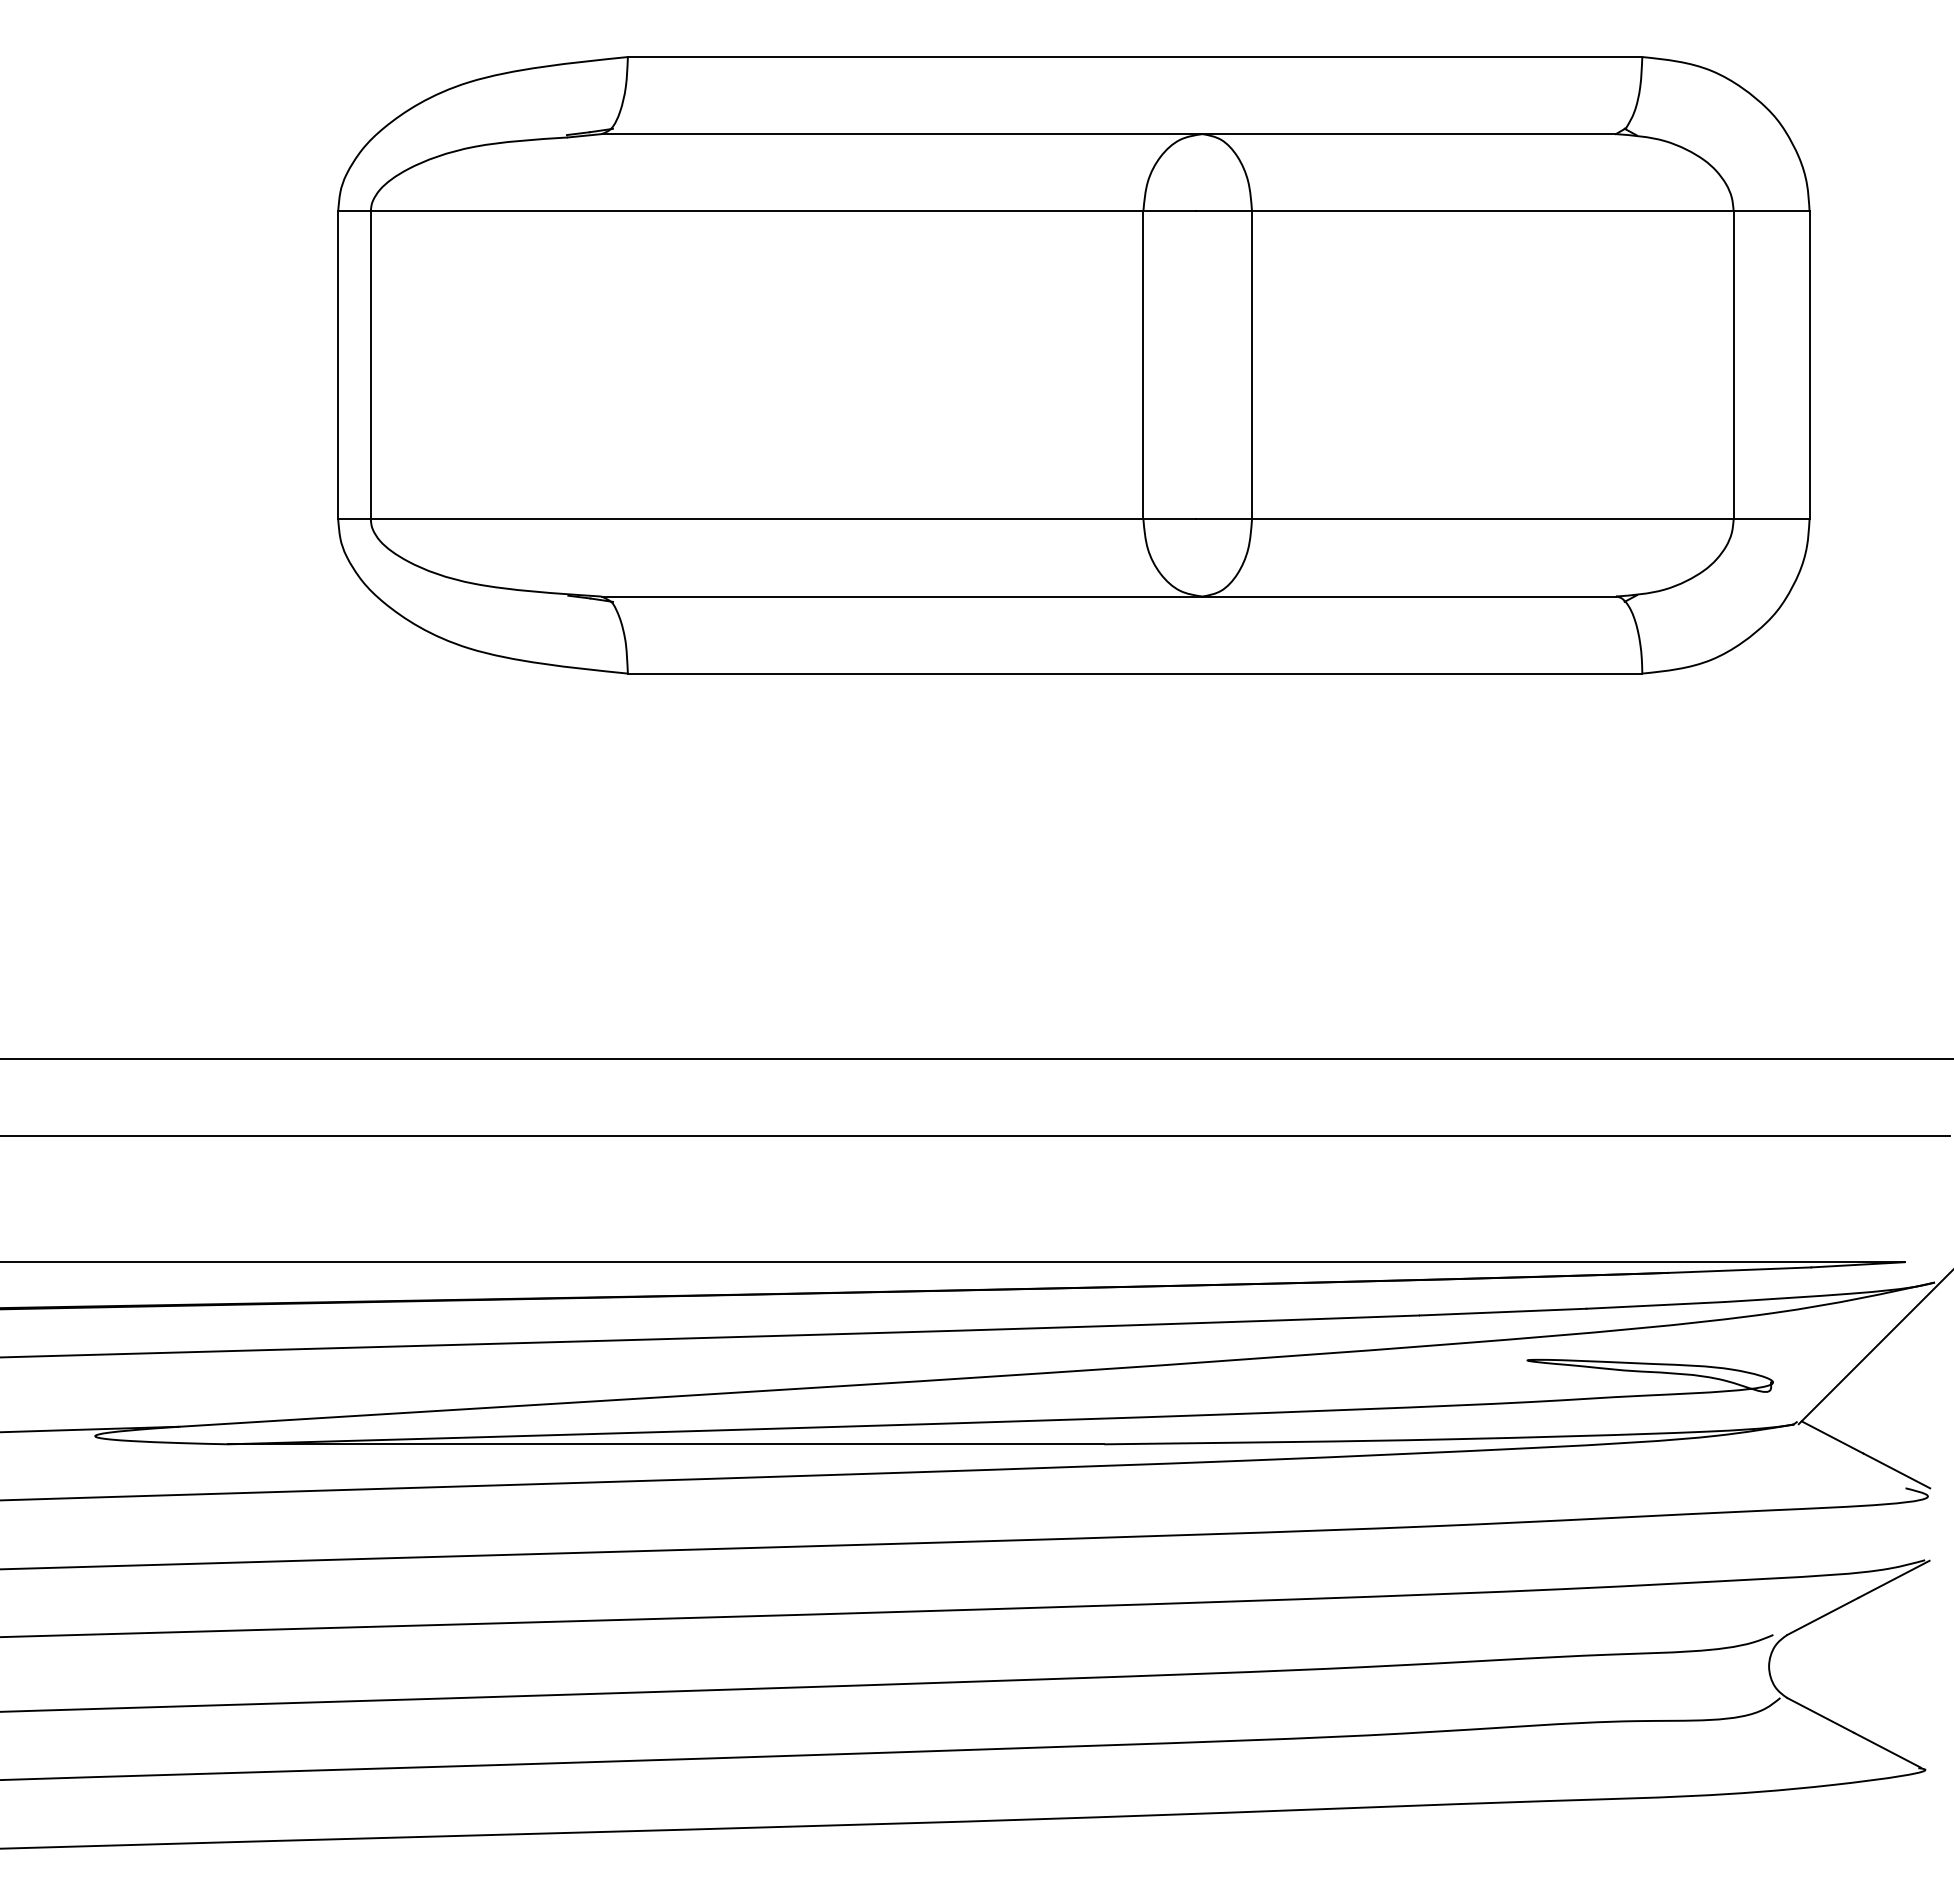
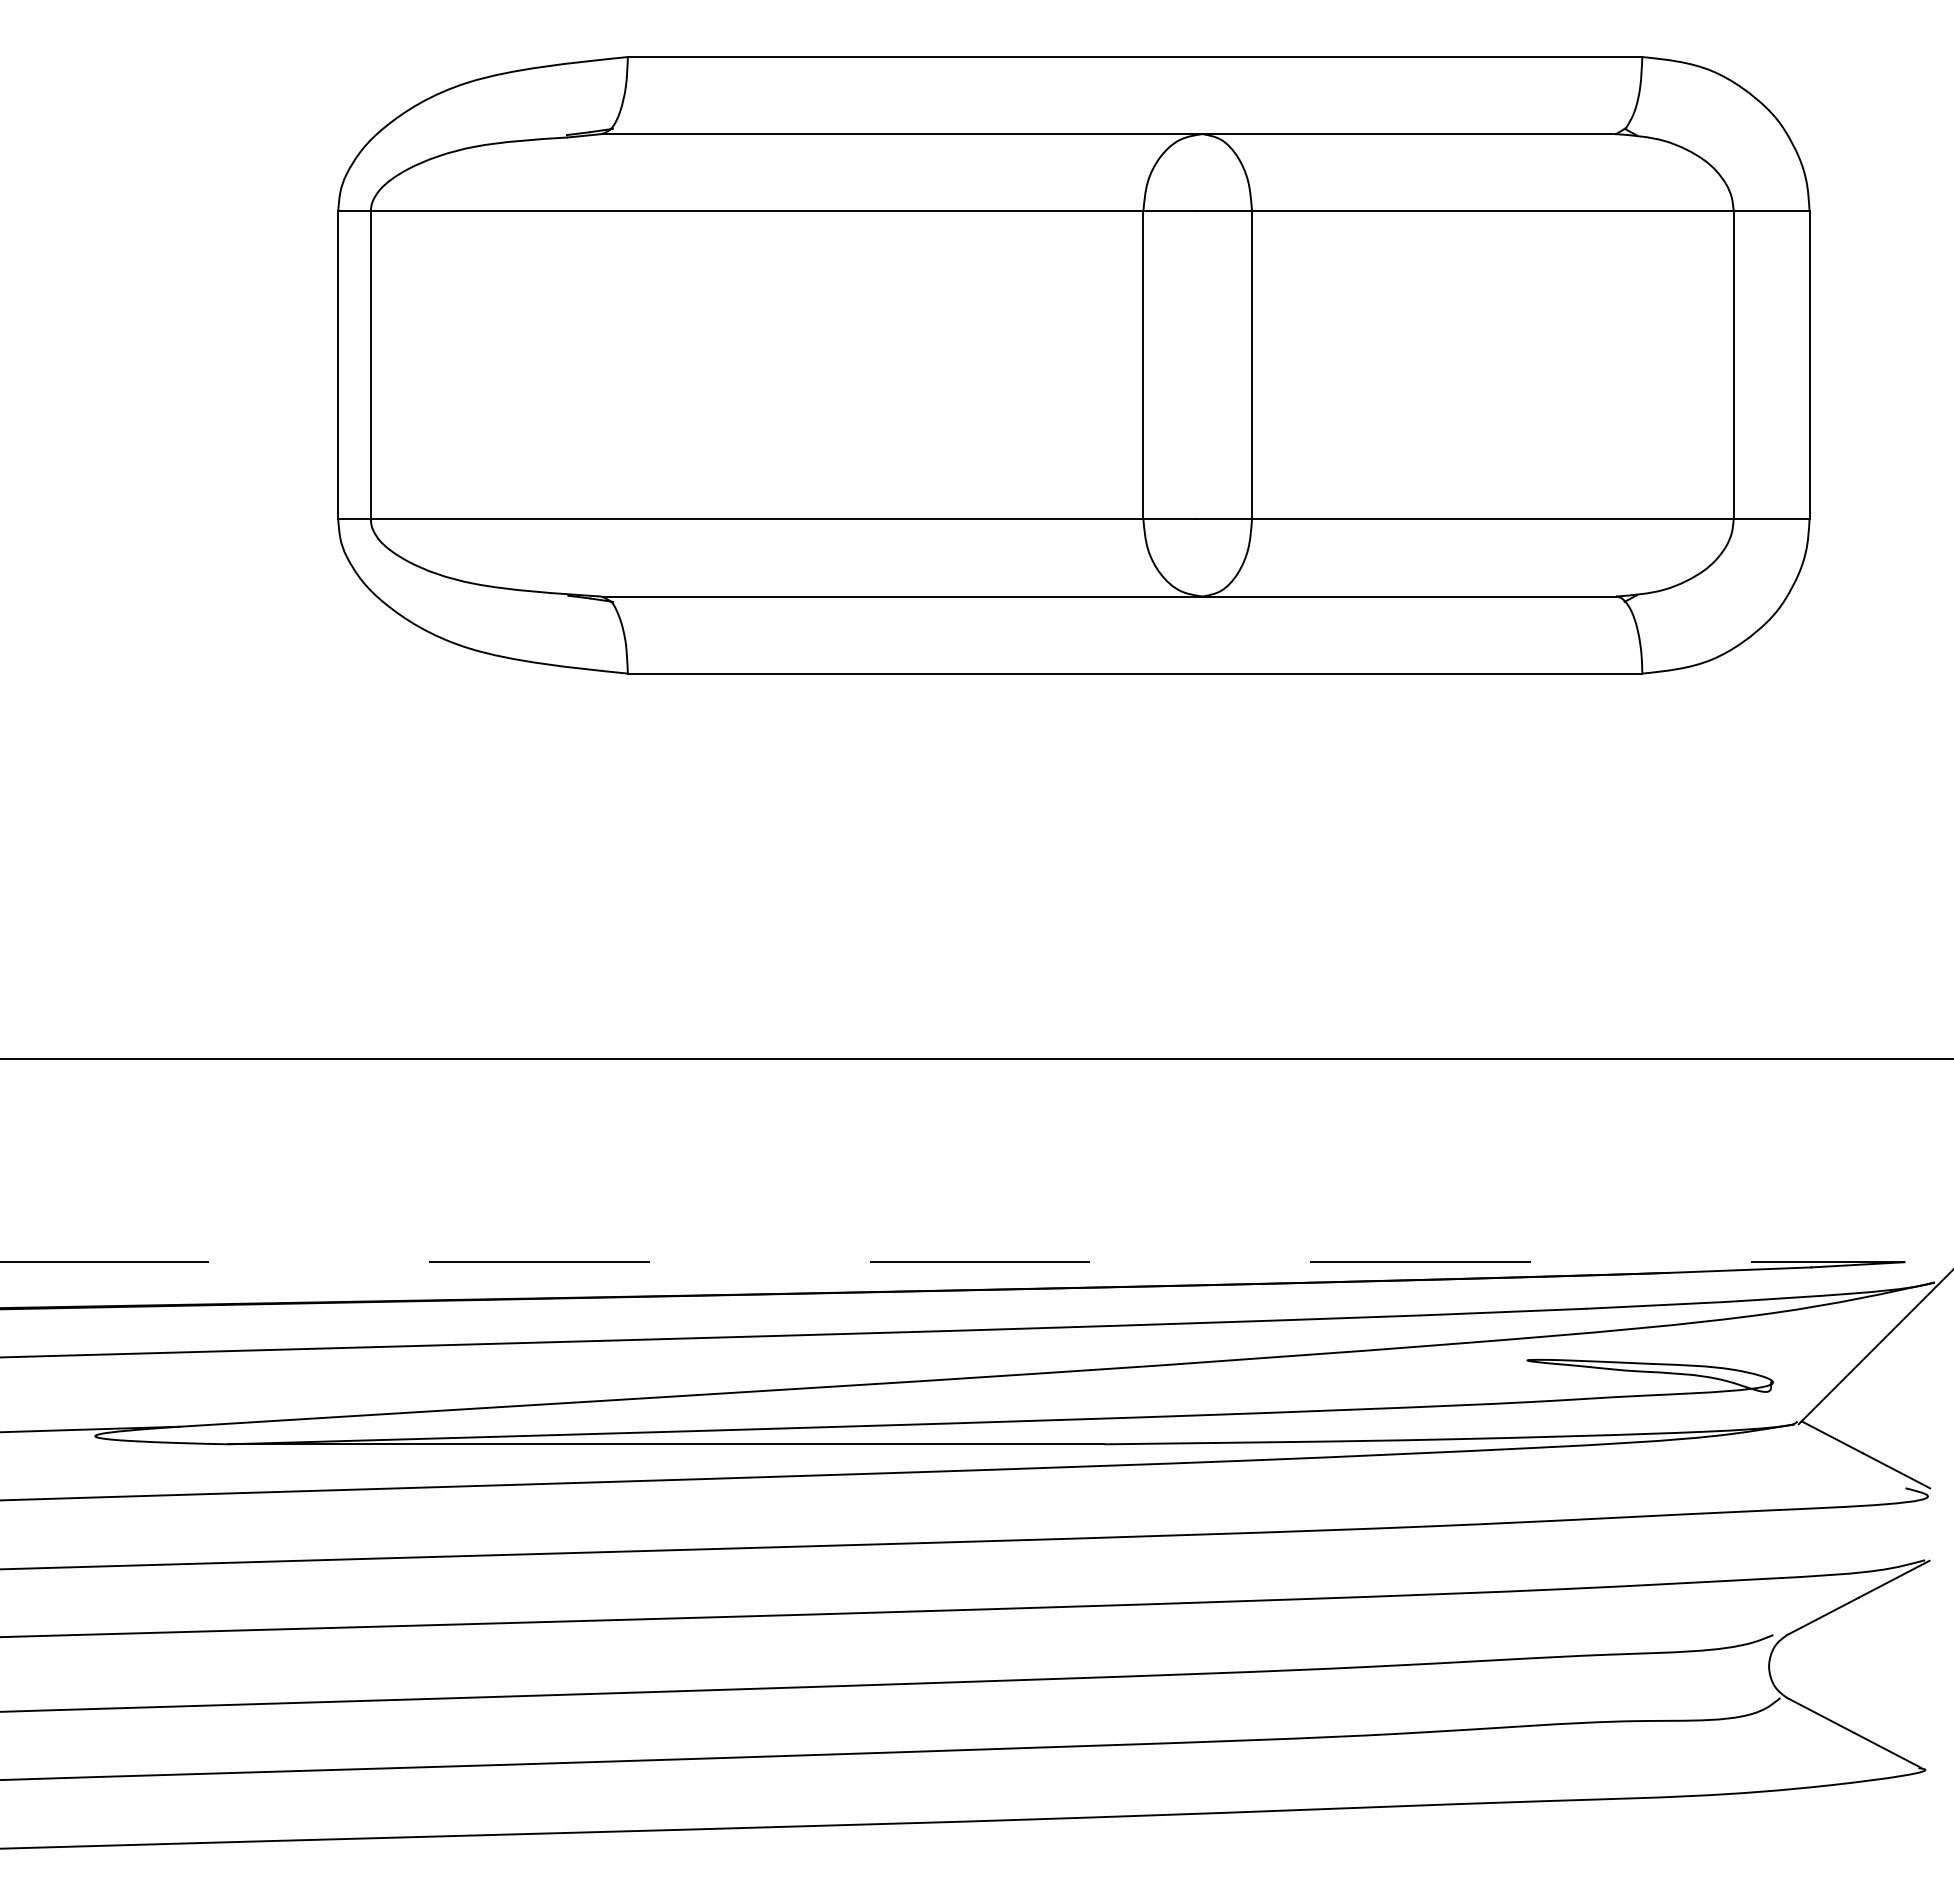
line at (976, 1136): present -> none
line at (952, 1262): solid -> dashed
